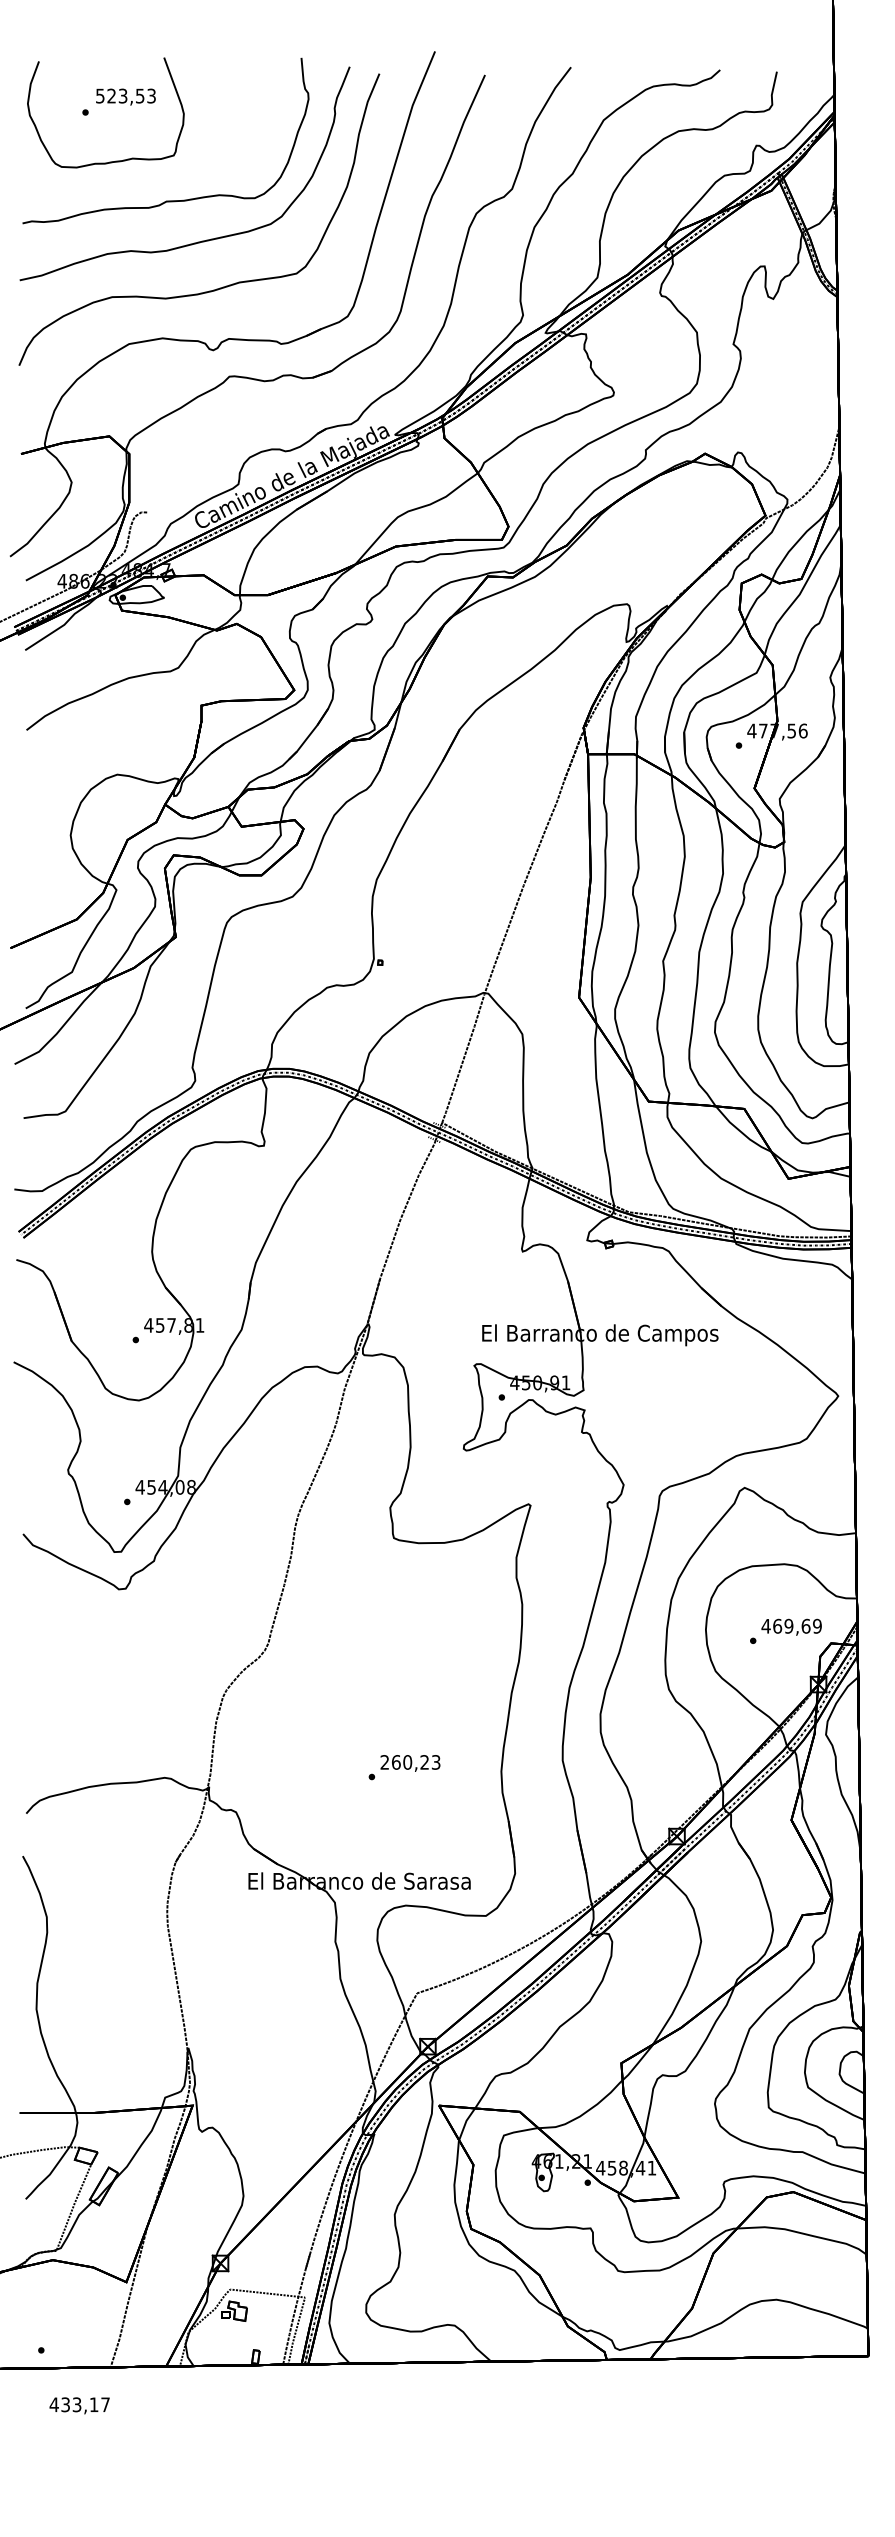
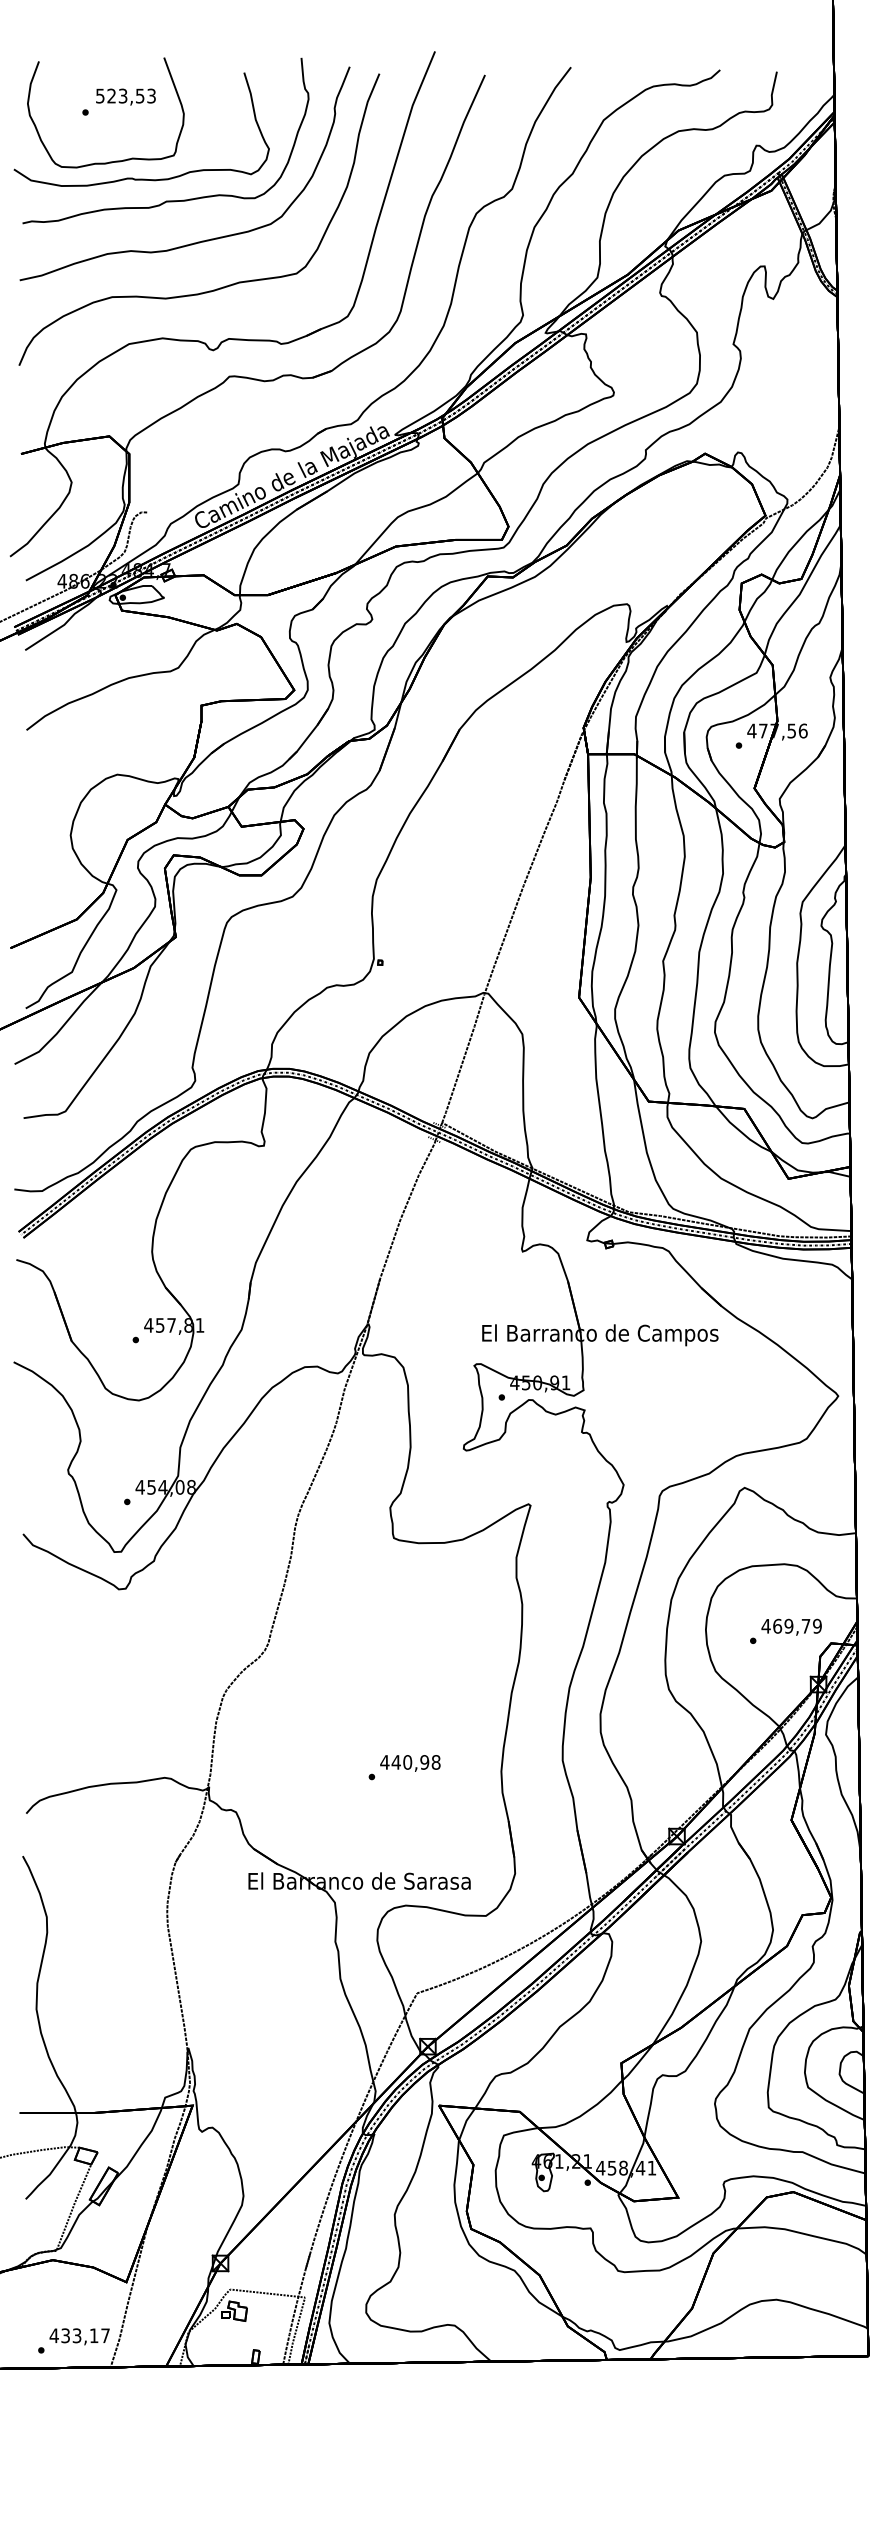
curve at (132, 177): none -> present
text at (805, 1625): 469,69 -> 469,79
text at (410, 1762): 260,23 -> 440,98
text at (79, 2405) position: (79, 2405) -> (79, 2336)
